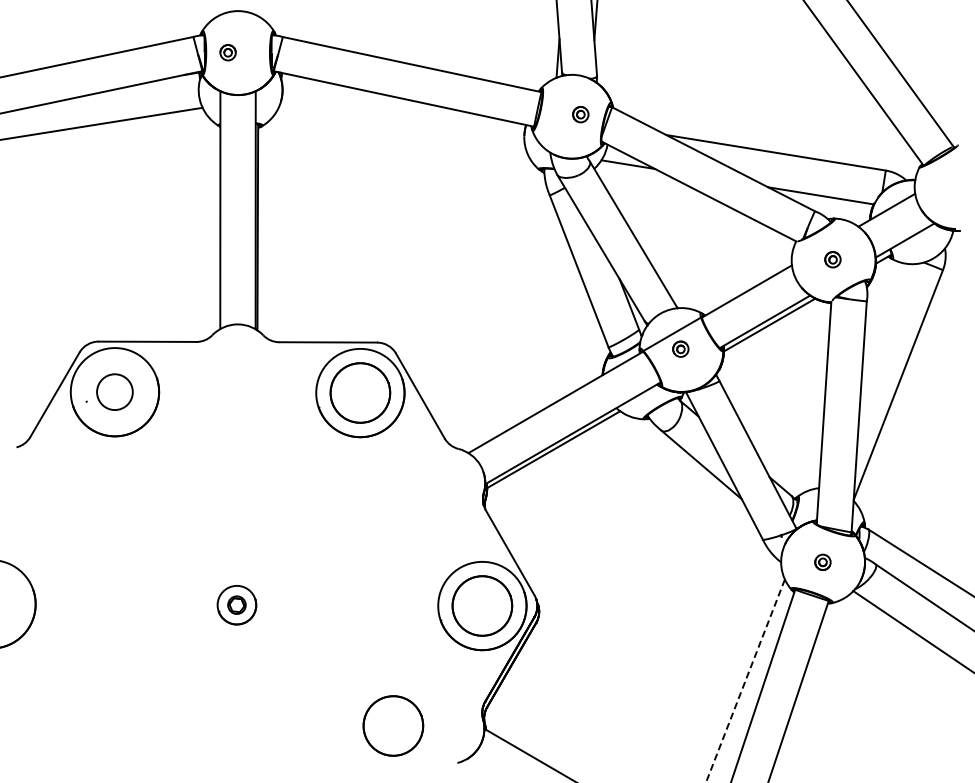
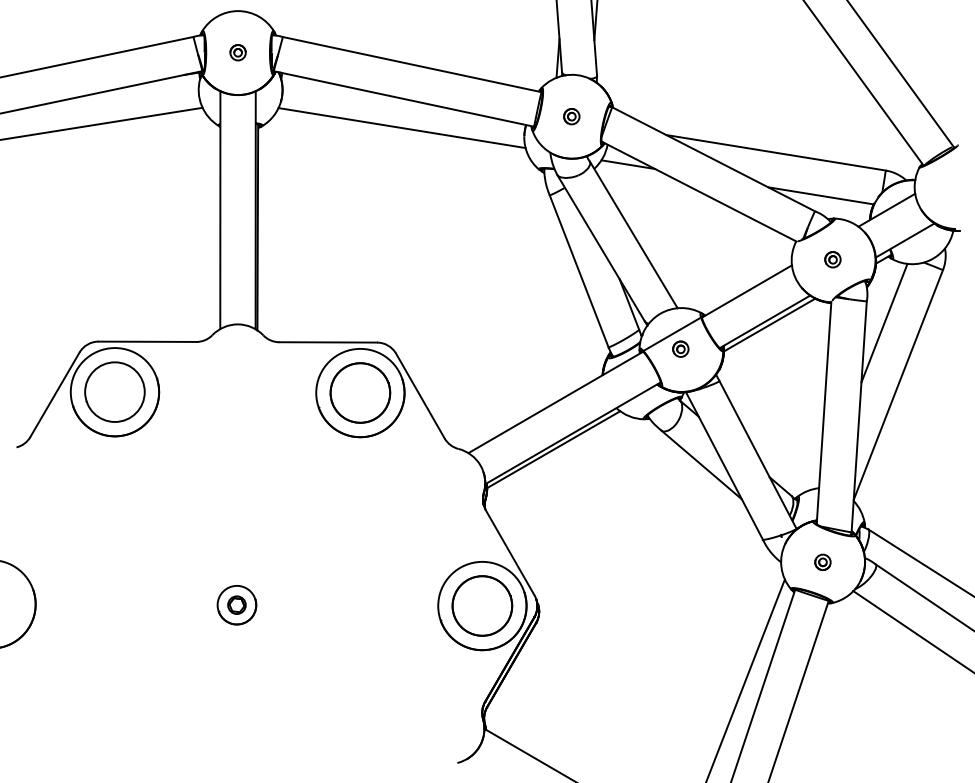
part at (227, 52) position: (227, 52) -> (237, 52)
part at (580, 114) position: (580, 114) -> (571, 116)
line at (401, 128): none -> present
line at (884, 322): none -> present
circle at (114, 392) diameter: 36 px -> 60 px
line at (745, 681): dashed -> solid
part at (393, 725): present -> none
